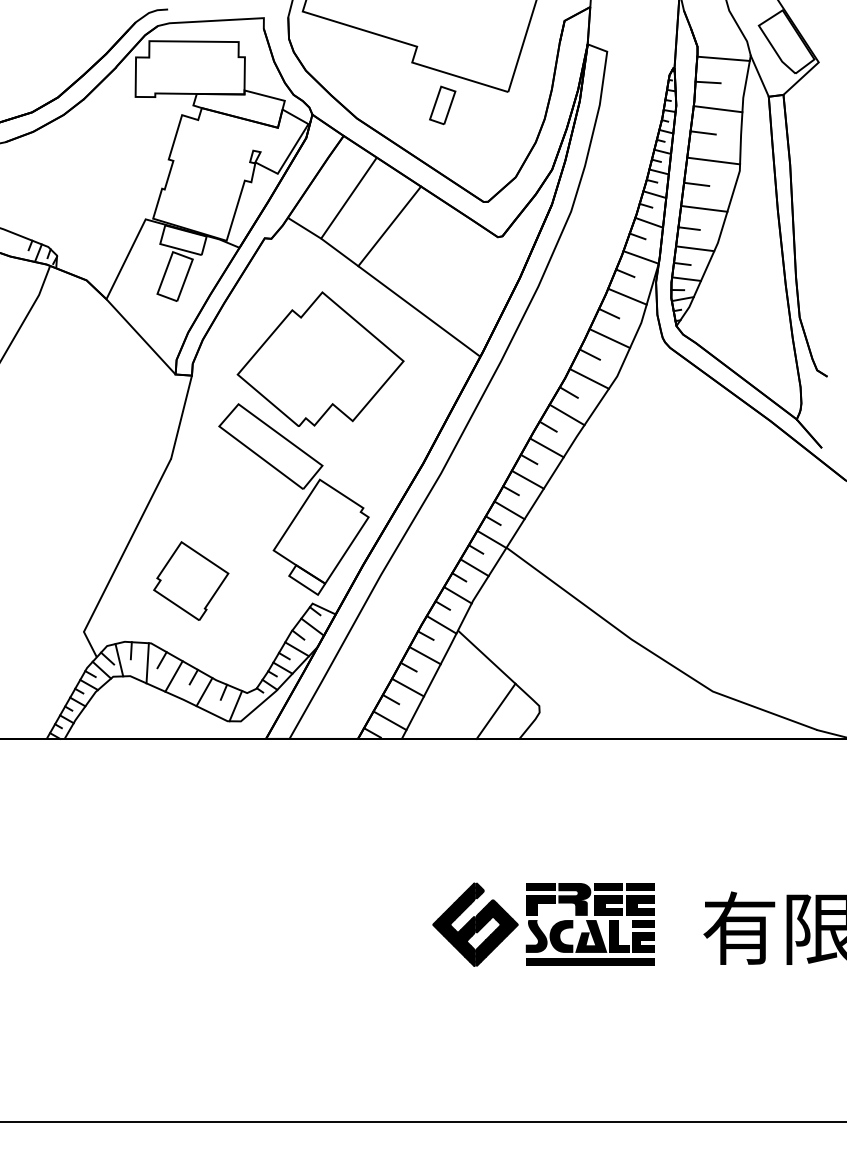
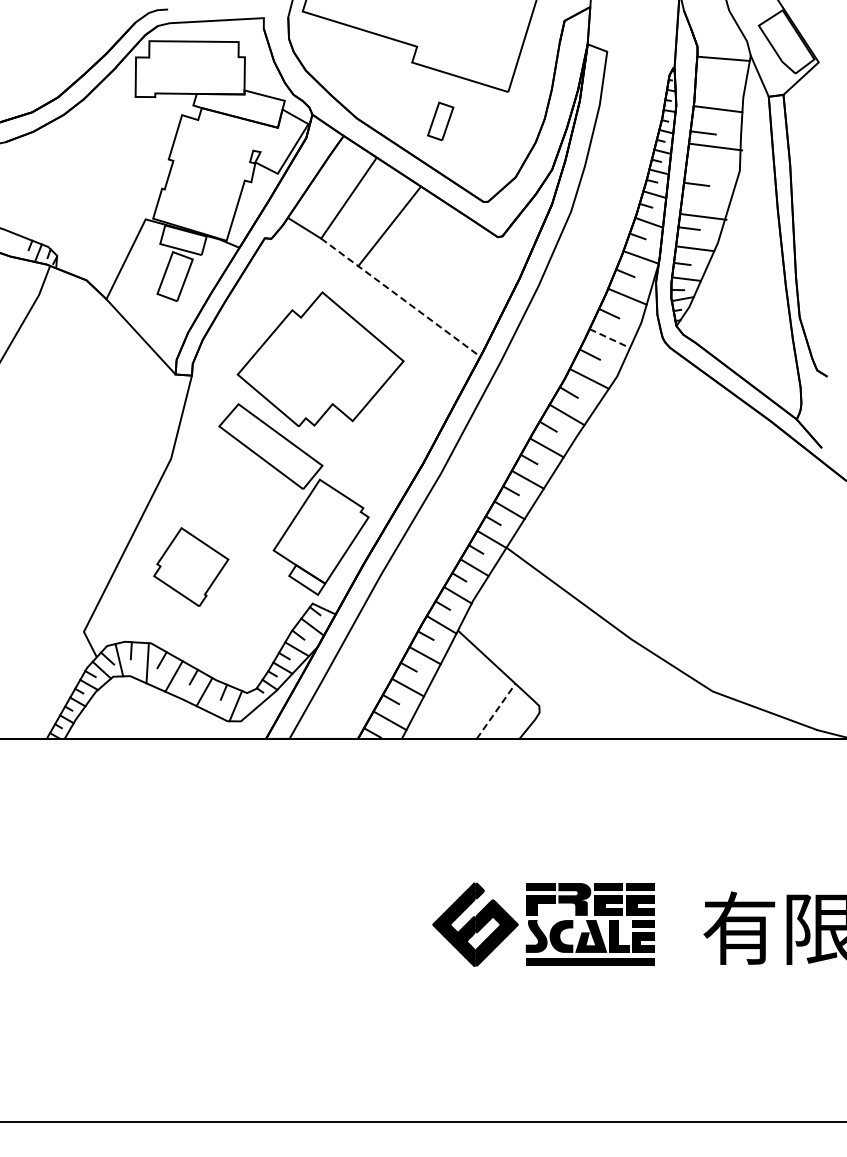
line at (707, 82): present -> none
part at (442, 105) position: (442, 105) -> (440, 121)
line at (713, 160) position: (713, 160) -> (715, 146)
line at (704, 208) position: (704, 208) -> (703, 216)
line at (400, 297): solid -> dashed
line at (610, 338): solid -> dashed
part at (191, 580) position: (191, 580) -> (191, 566)
line at (496, 711): solid -> dashed
